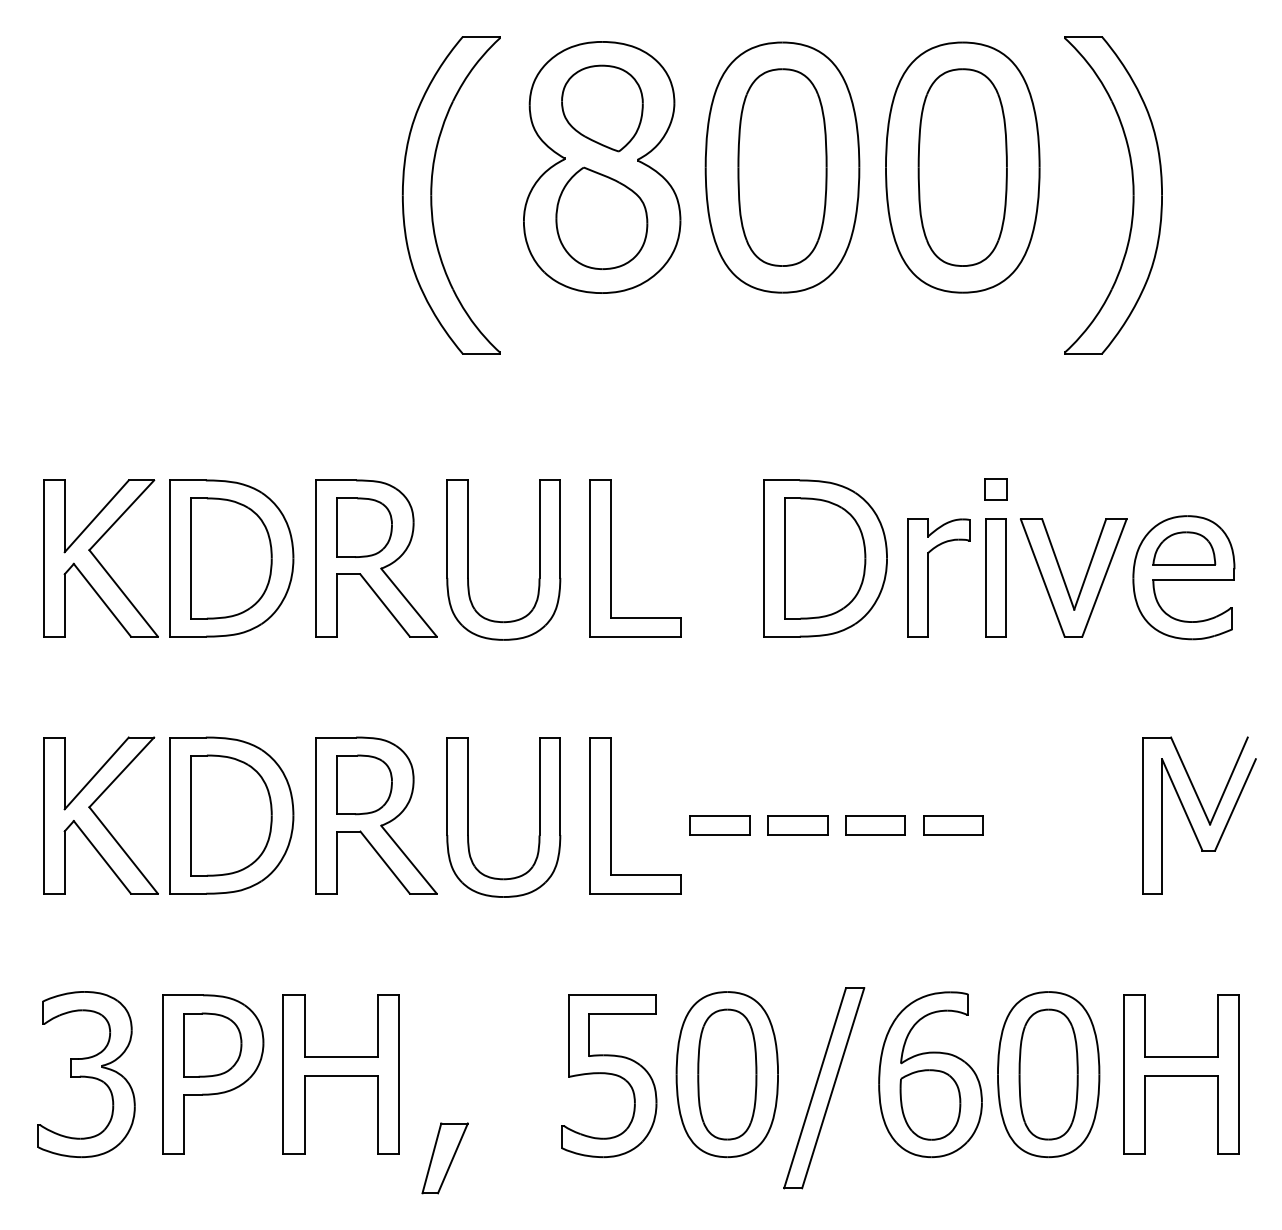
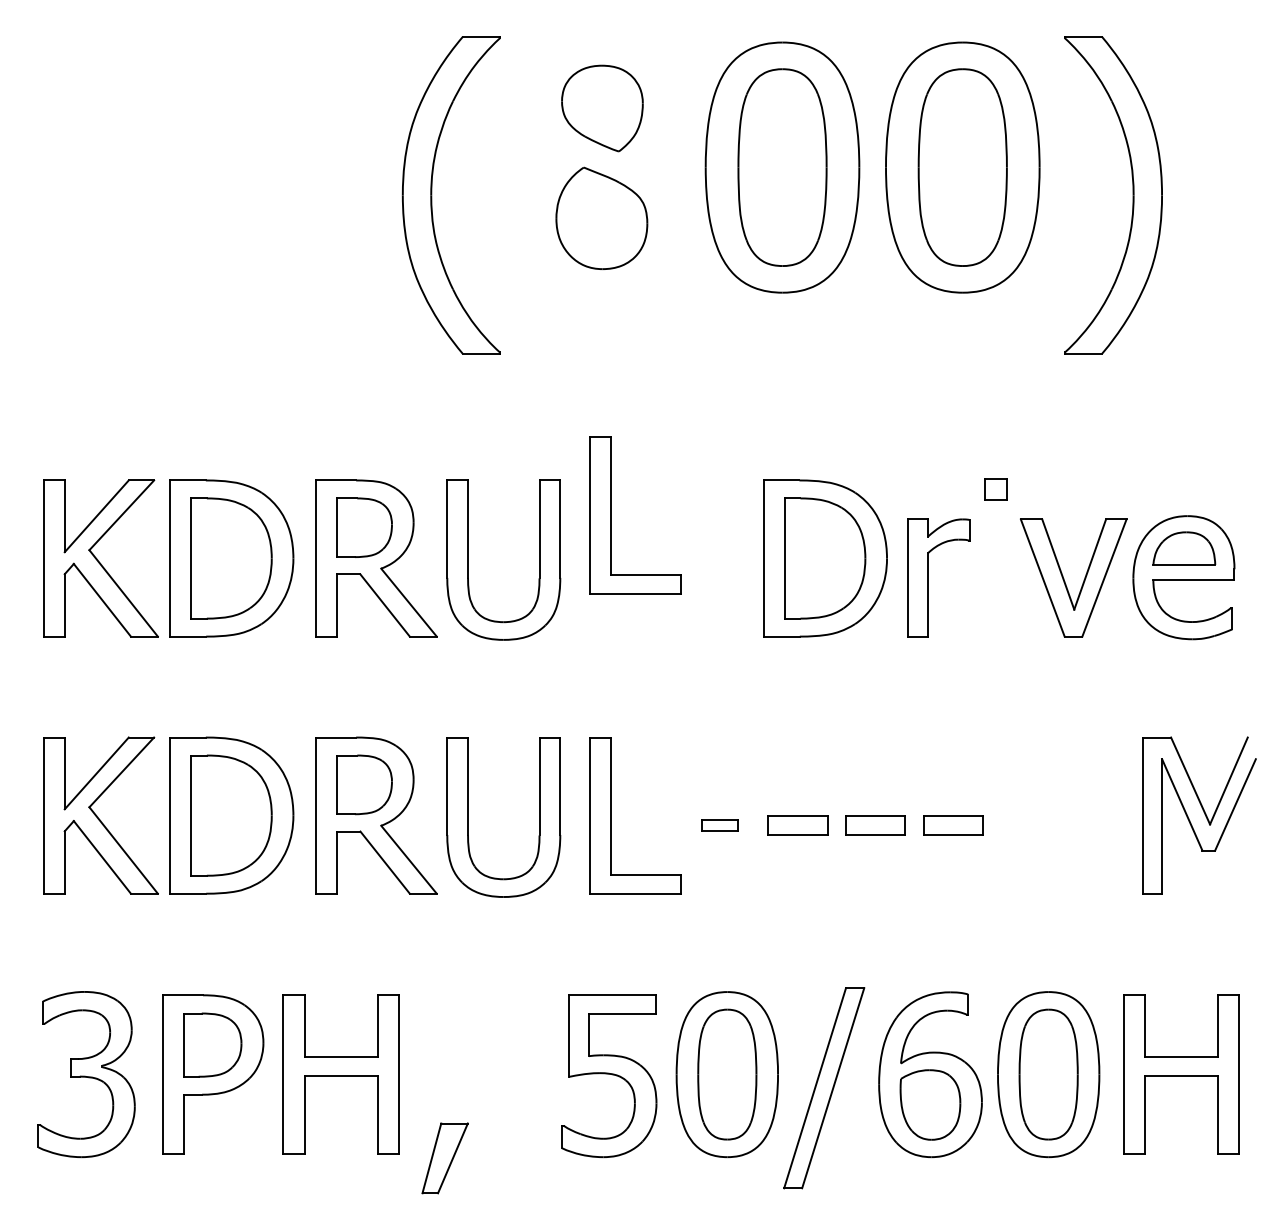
part at (602, 167): present -> none
part at (611, 558) position: (611, 558) -> (611, 515)
part at (995, 577): present -> none
part at (719, 825) size: 62x21 px -> 38x13 px
